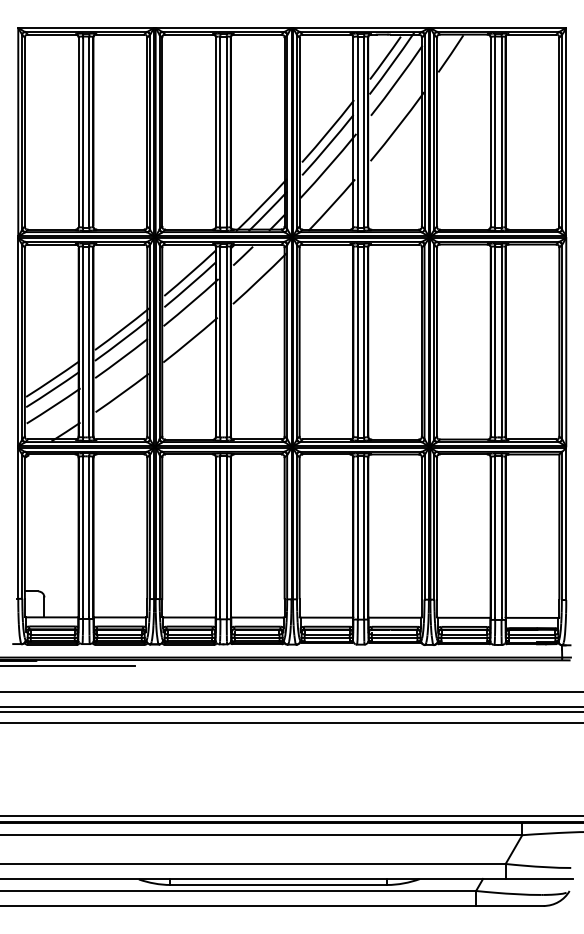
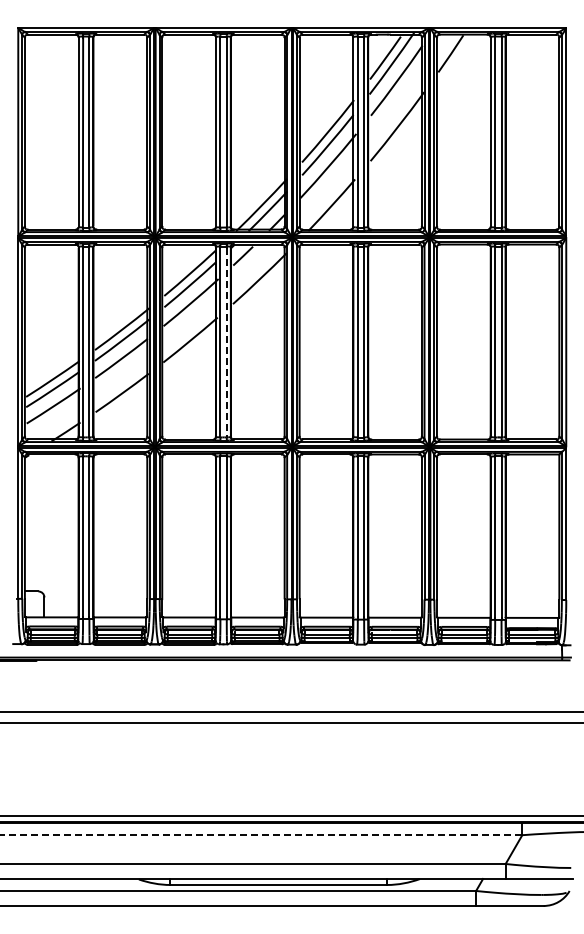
line at (226, 342): solid -> dashed
line at (68, 665): present -> none
line at (291, 691): present -> none
line at (291, 707): present -> none
line at (261, 835): solid -> dashed
